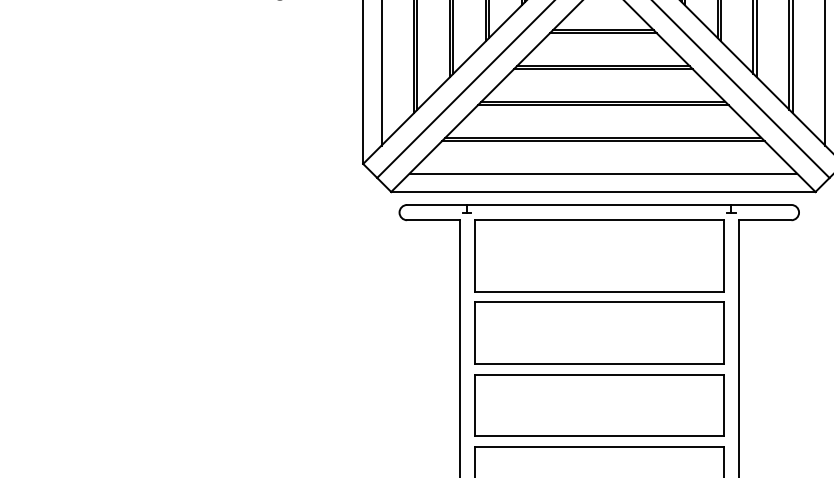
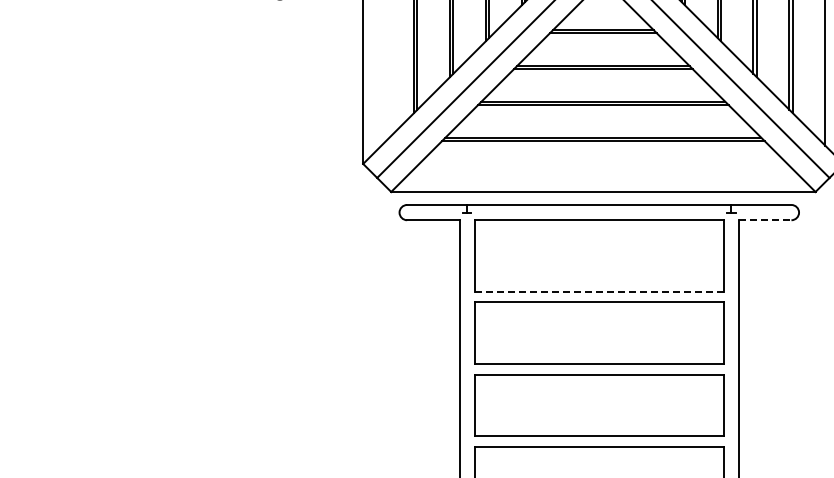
line at (381, 73): present -> none
line at (603, 173): present -> none
line at (765, 220): solid -> dashed
line at (598, 292): solid -> dashed
